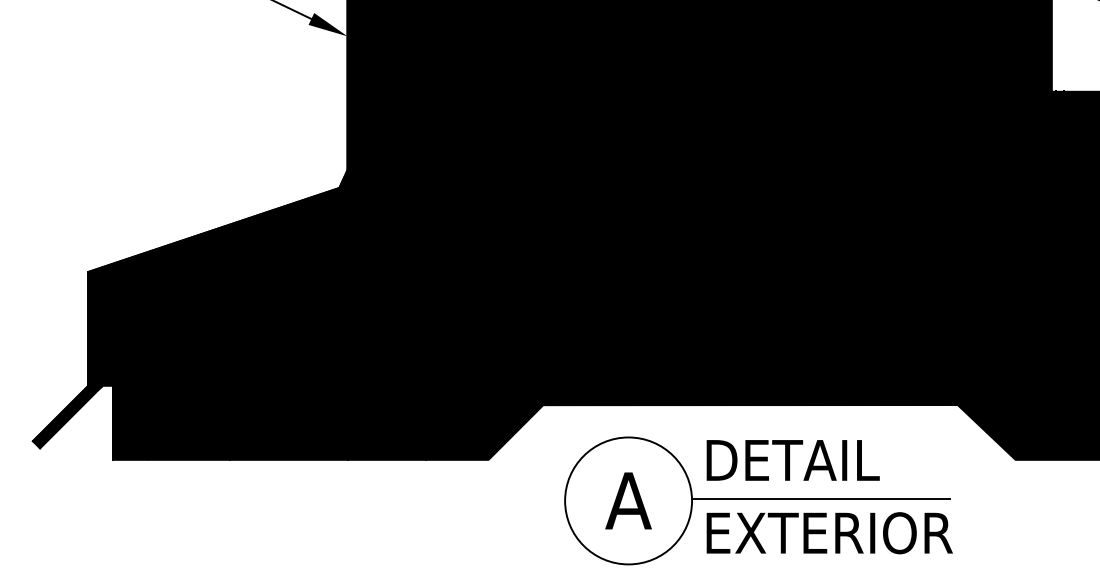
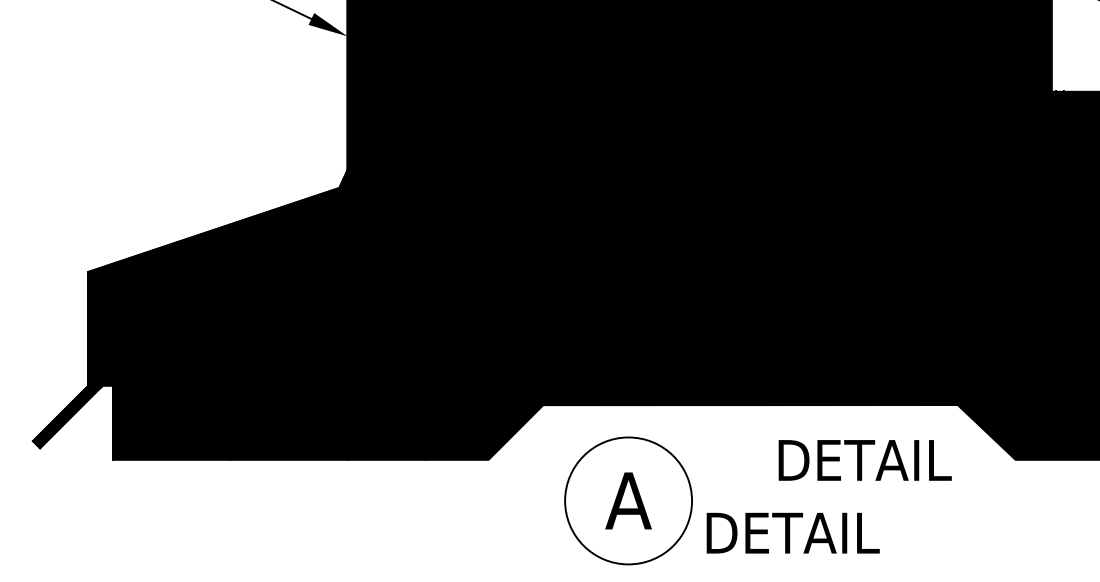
text at (792, 460) position: (792, 460) -> (864, 460)
line at (820, 499): present -> none
text at (831, 533): EXTERIOR -> DETAIL
